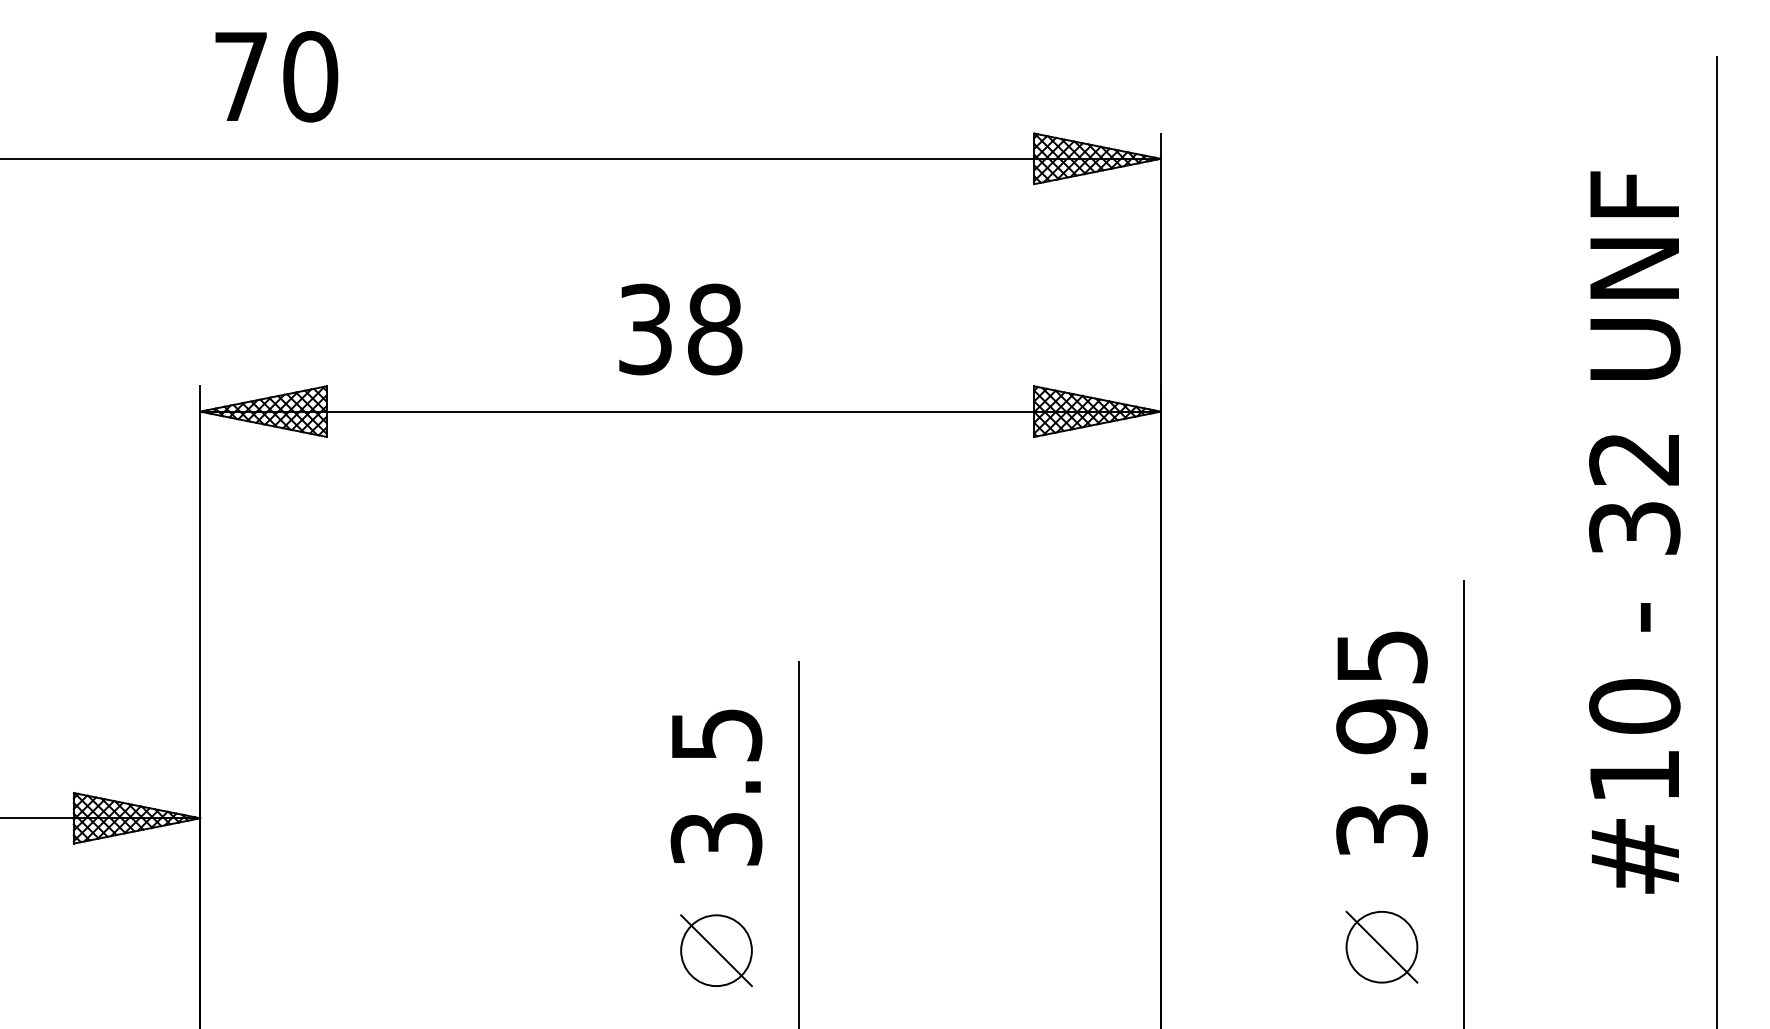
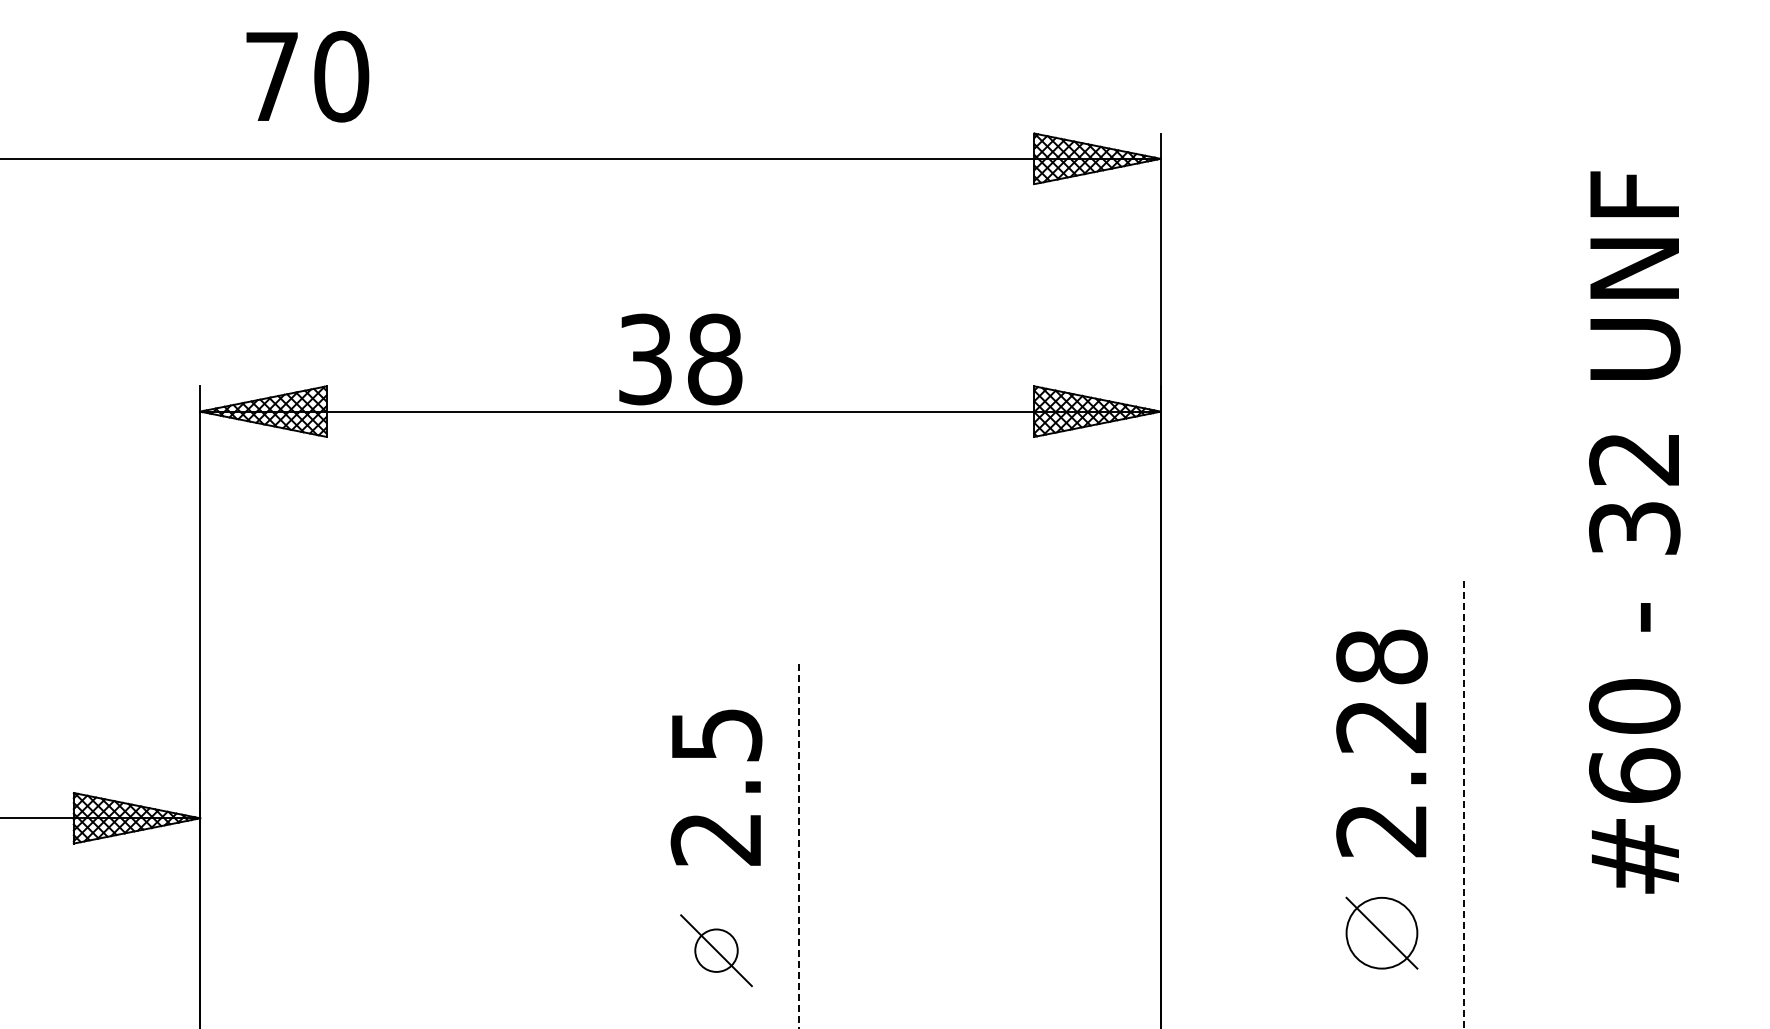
text at (276, 76) position: (276, 76) -> (307, 76)
text at (680, 329) position: (680, 329) -> (680, 359)
line at (1716, 541): present -> none
text at (1381, 743): 3.95 -> 2.28
text at (1634, 775): #10 -> #60
line at (1464, 805): solid -> dashed
text at (716, 839): 3.5 -> 2.5
line at (798, 845): solid -> dashed
part at (1381, 946) position: (1381, 946) -> (1381, 932)
circle at (716, 950) diameter: 71 px -> 42 px
